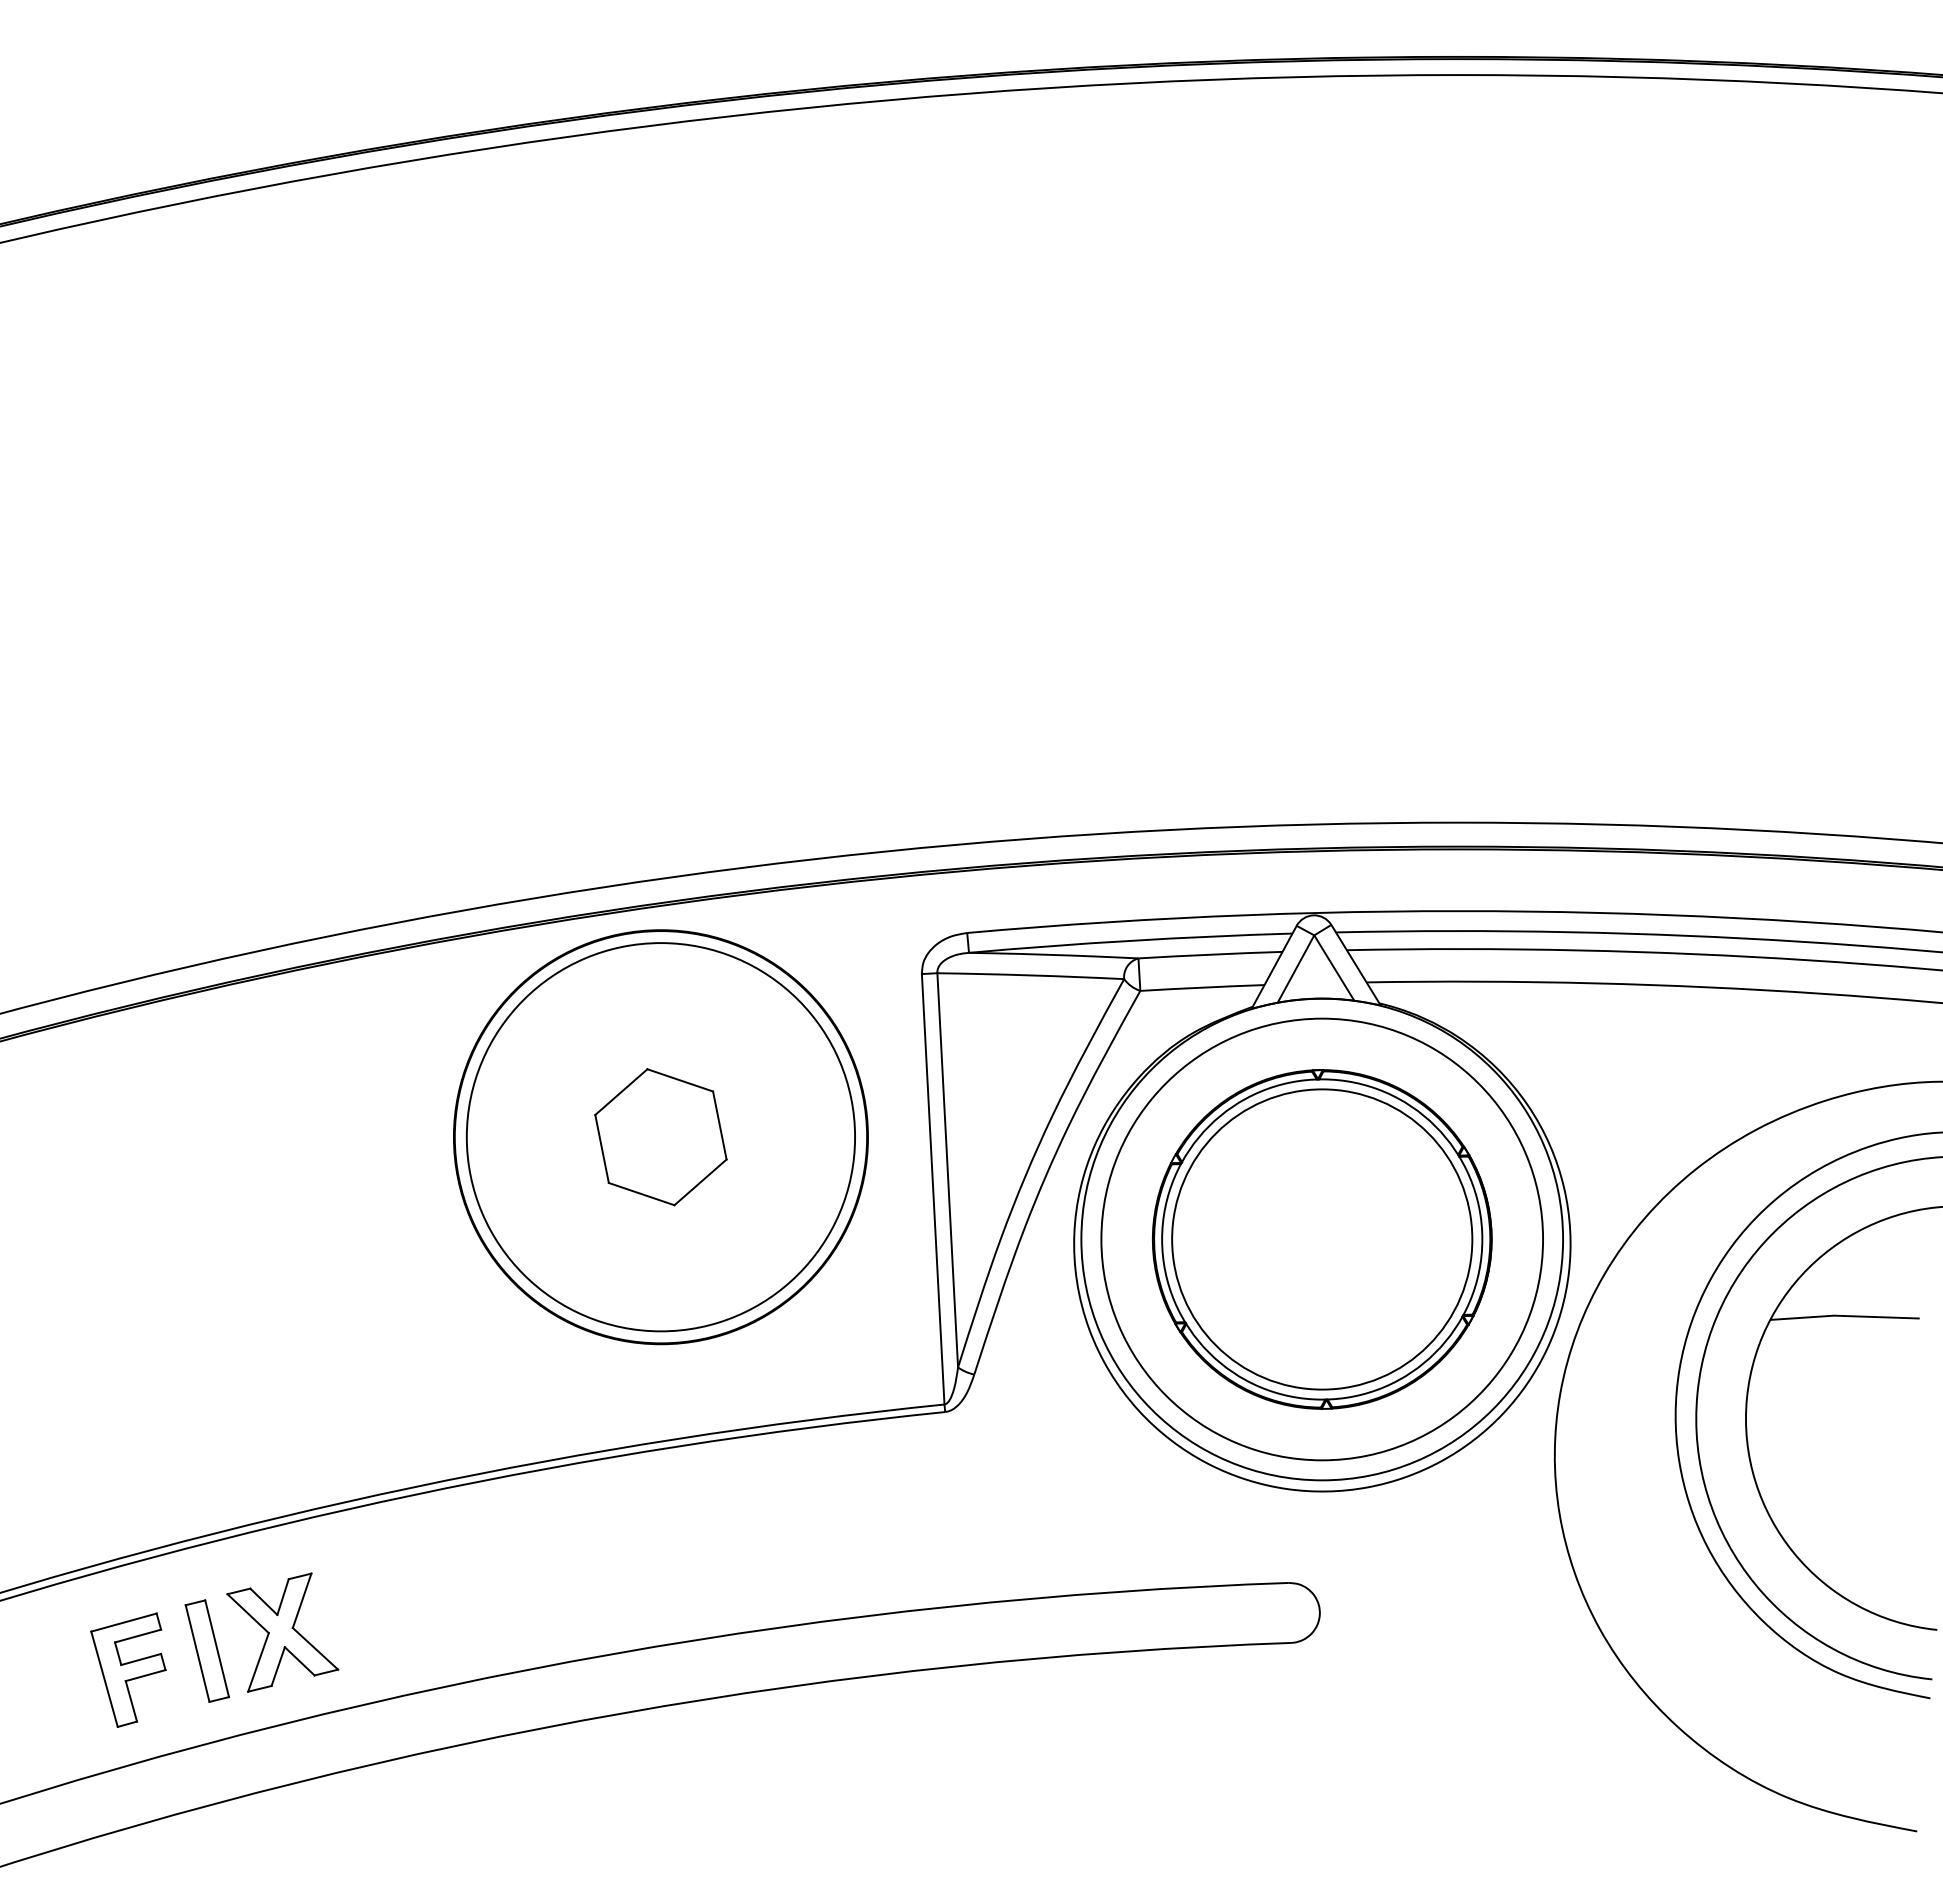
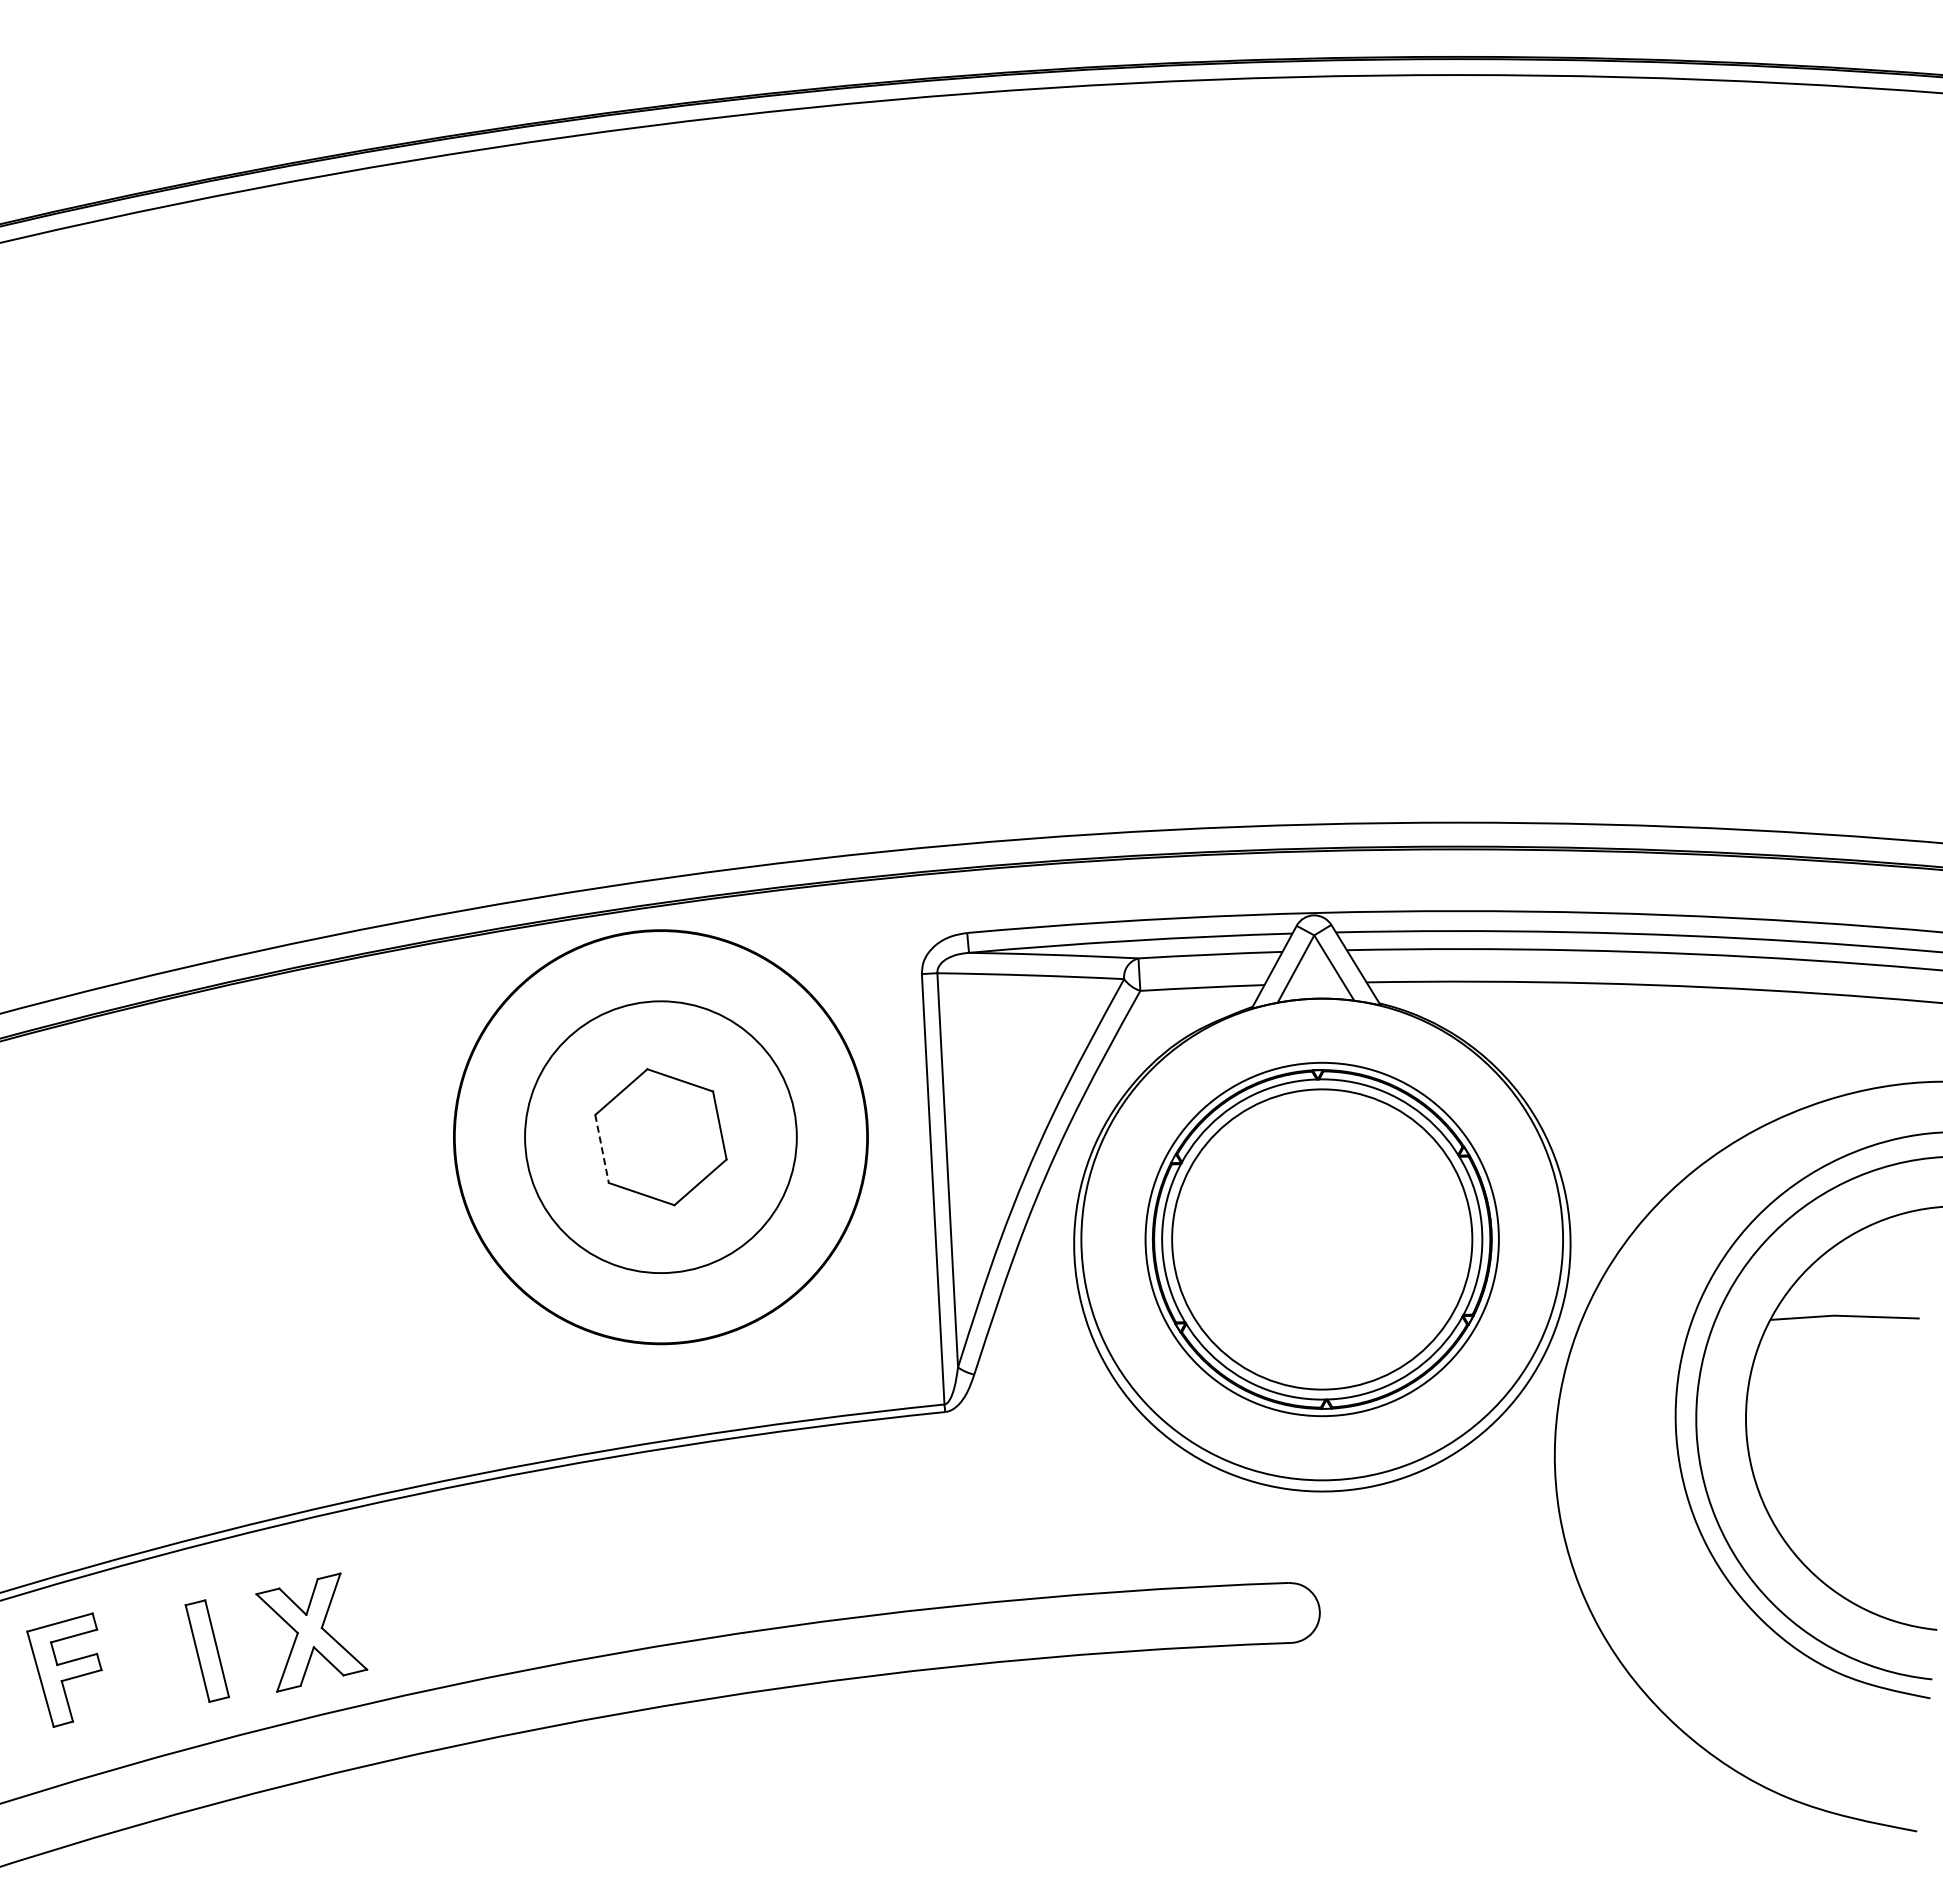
circle at (660, 1137) diameter: 388 px -> 272 px
line at (602, 1148): solid -> dashed
circle at (1322, 1239) diameter: 442 px -> 353 px
part at (282, 1632) position: (282, 1632) -> (311, 1632)
part at (128, 1669) position: (128, 1669) -> (64, 1669)
